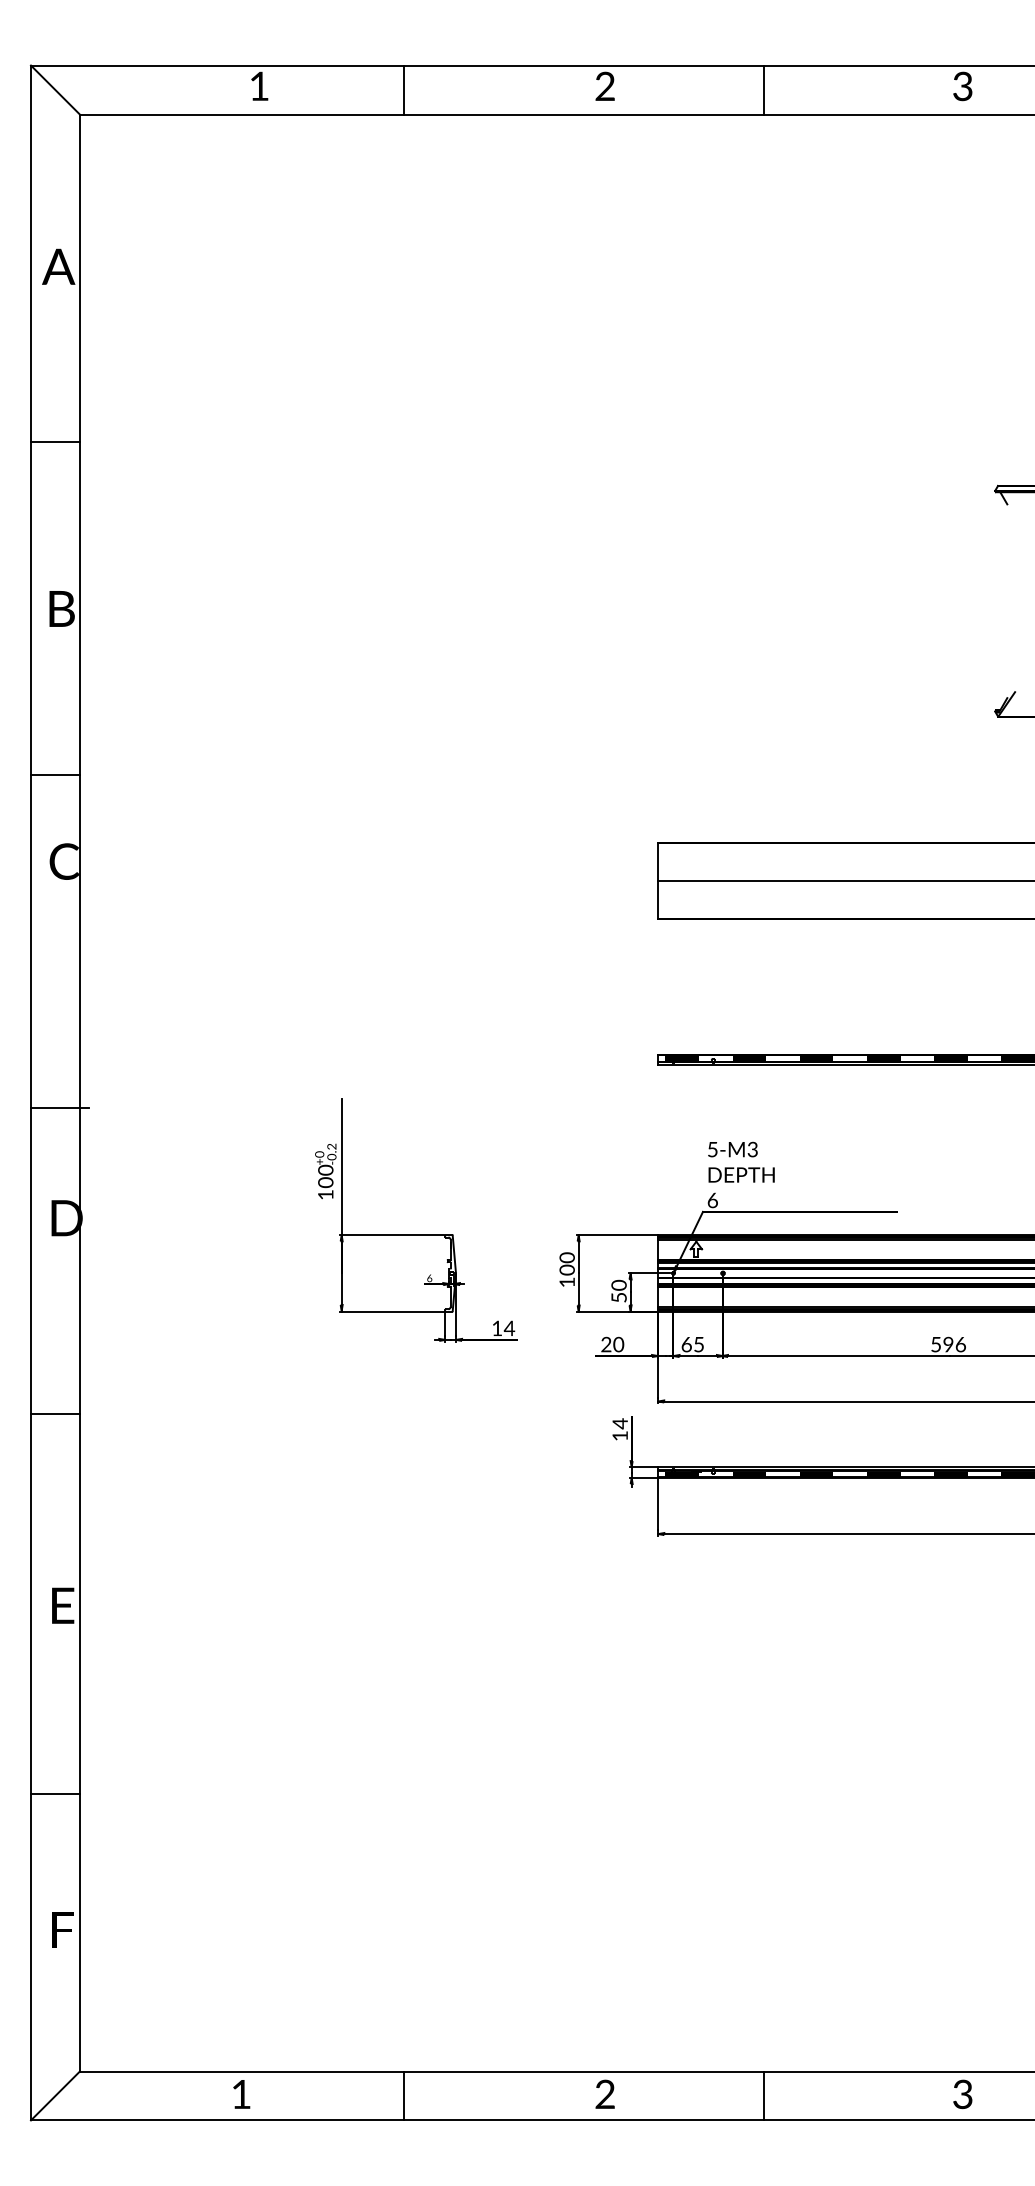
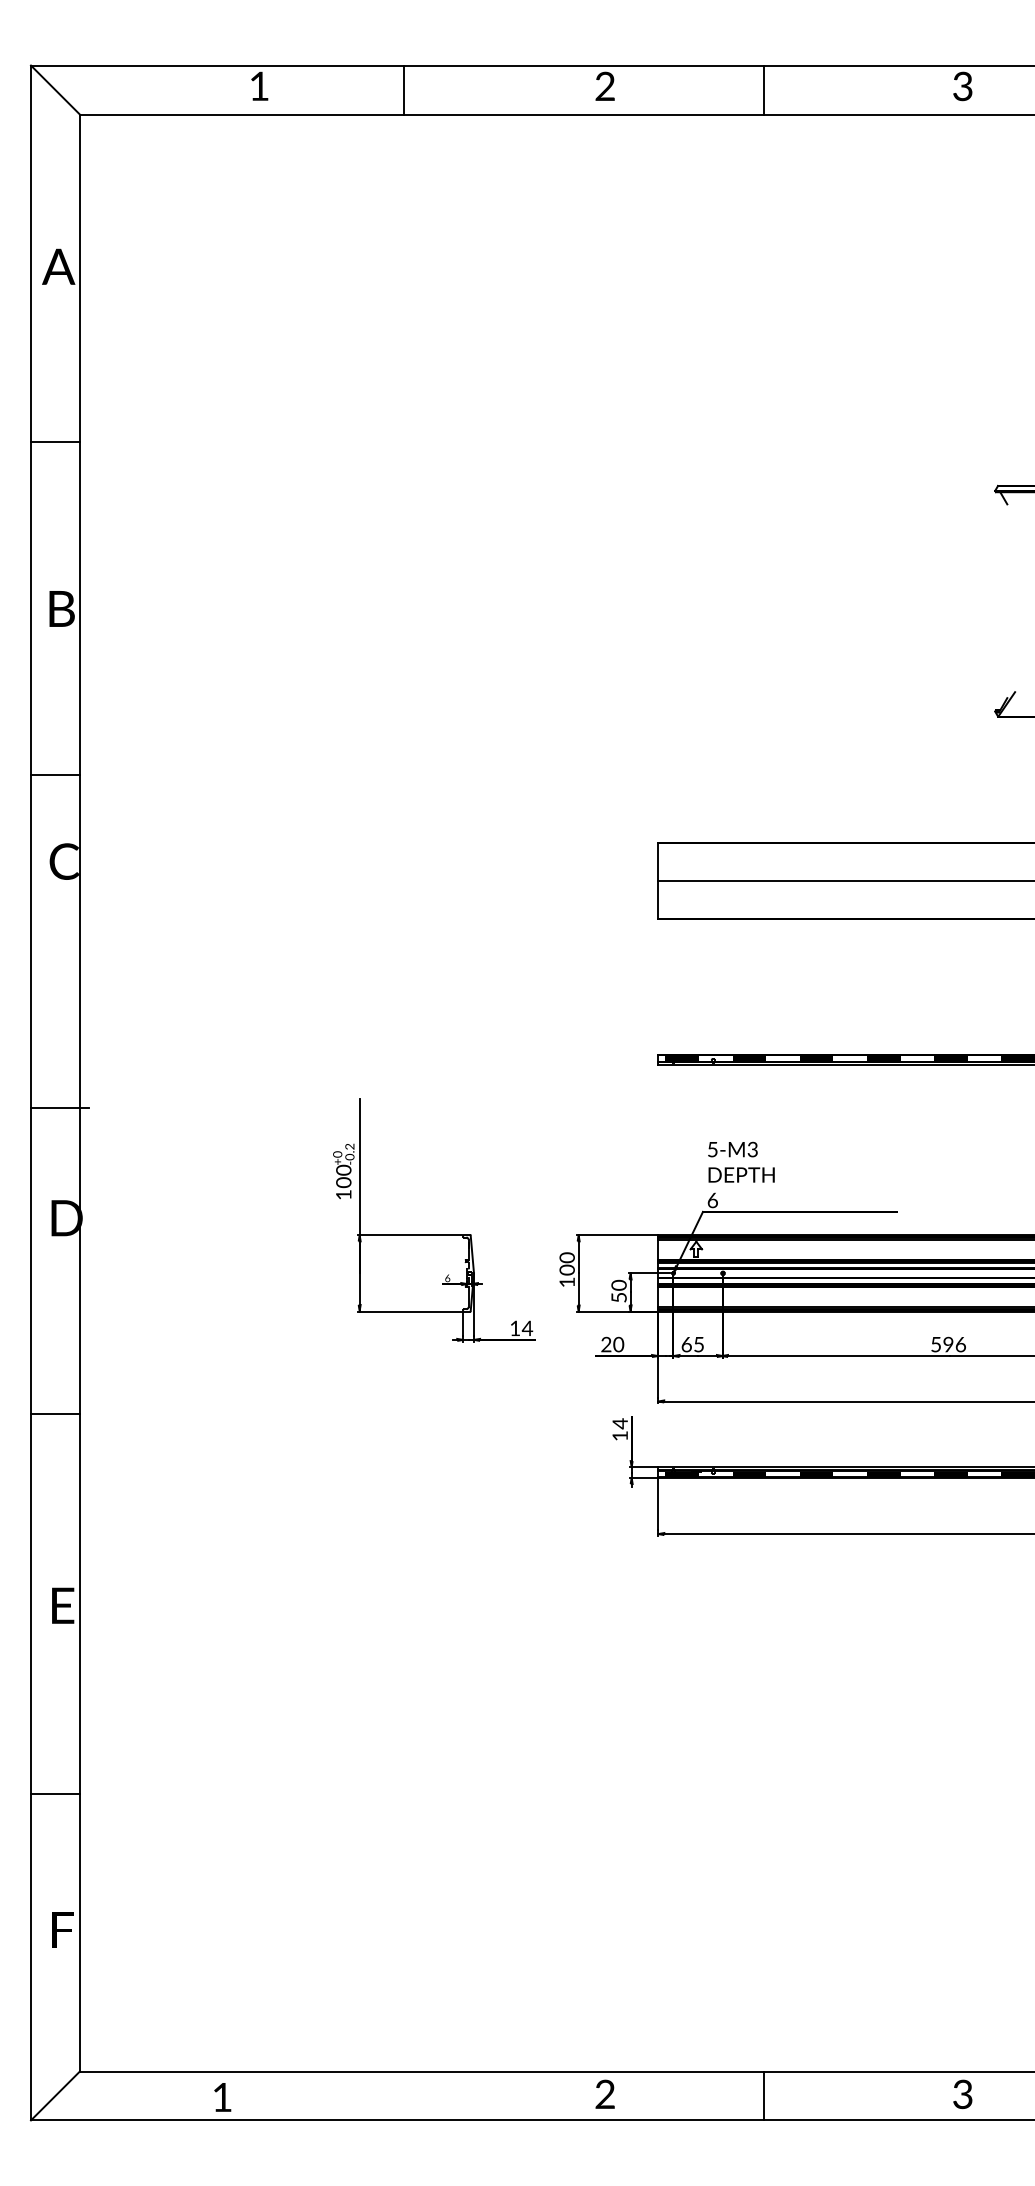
part at (416, 1234) position: (416, 1234) -> (434, 1234)
text at (241, 2094) position: (241, 2094) -> (222, 2097)
line at (403, 2095): present -> none
